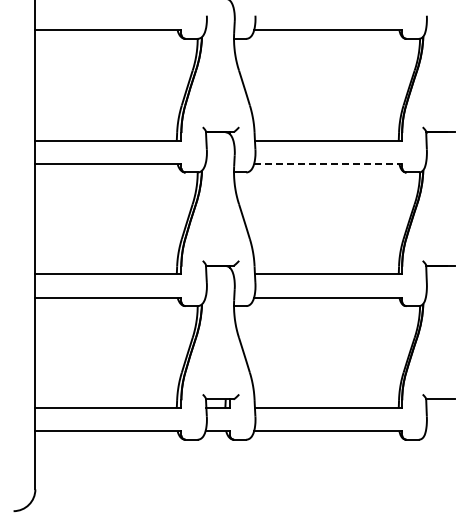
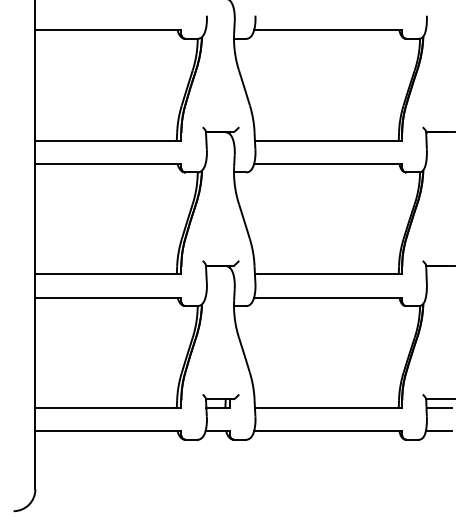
line at (328, 164): dashed -> solid
line at (438, 408): none -> present
line at (438, 431): none -> present
